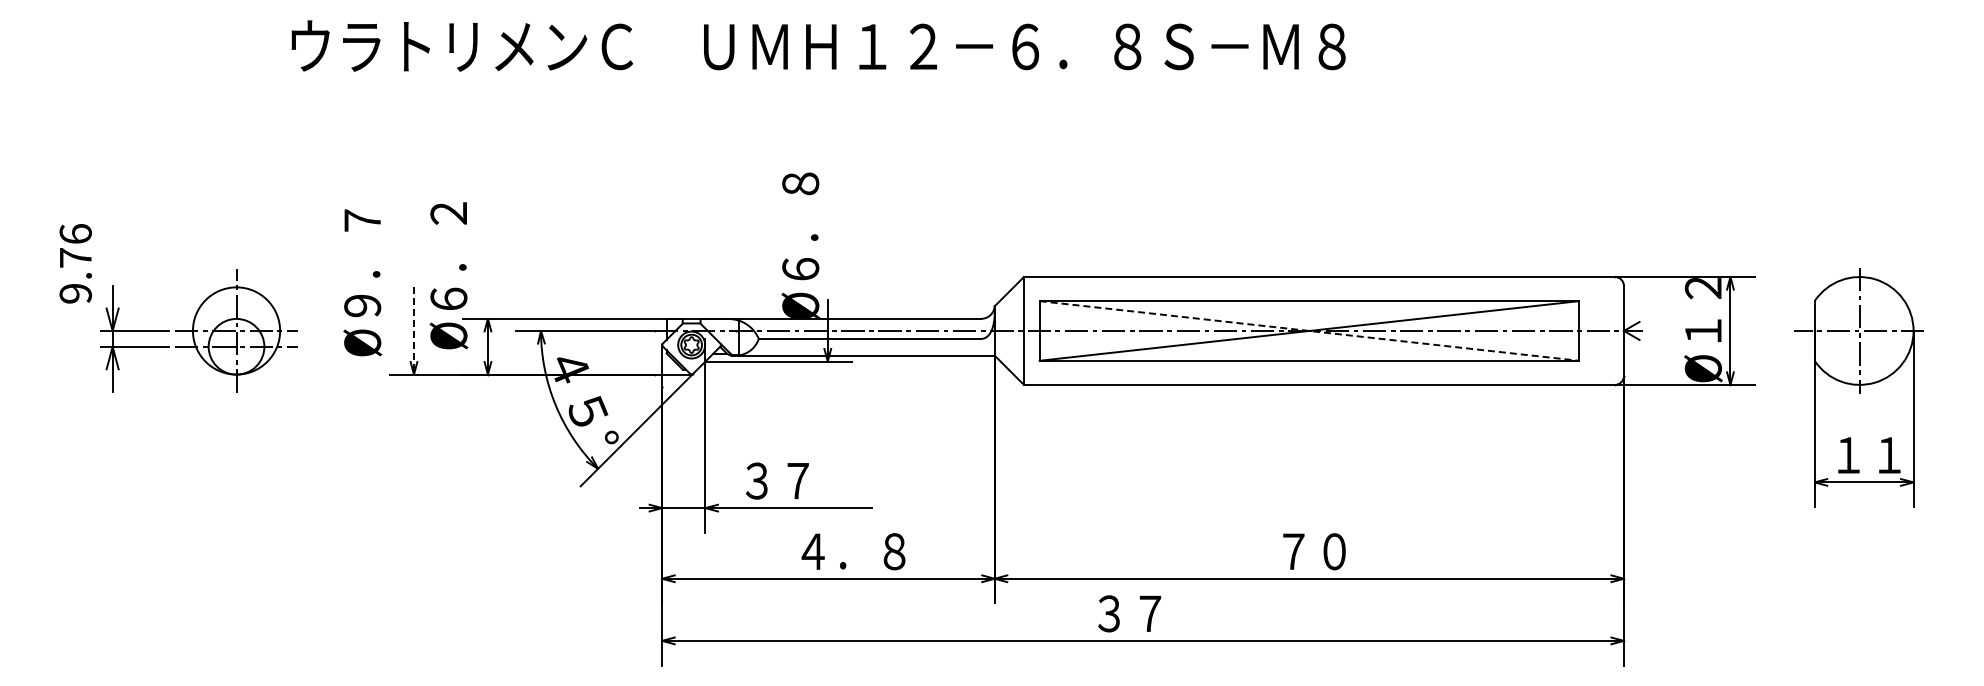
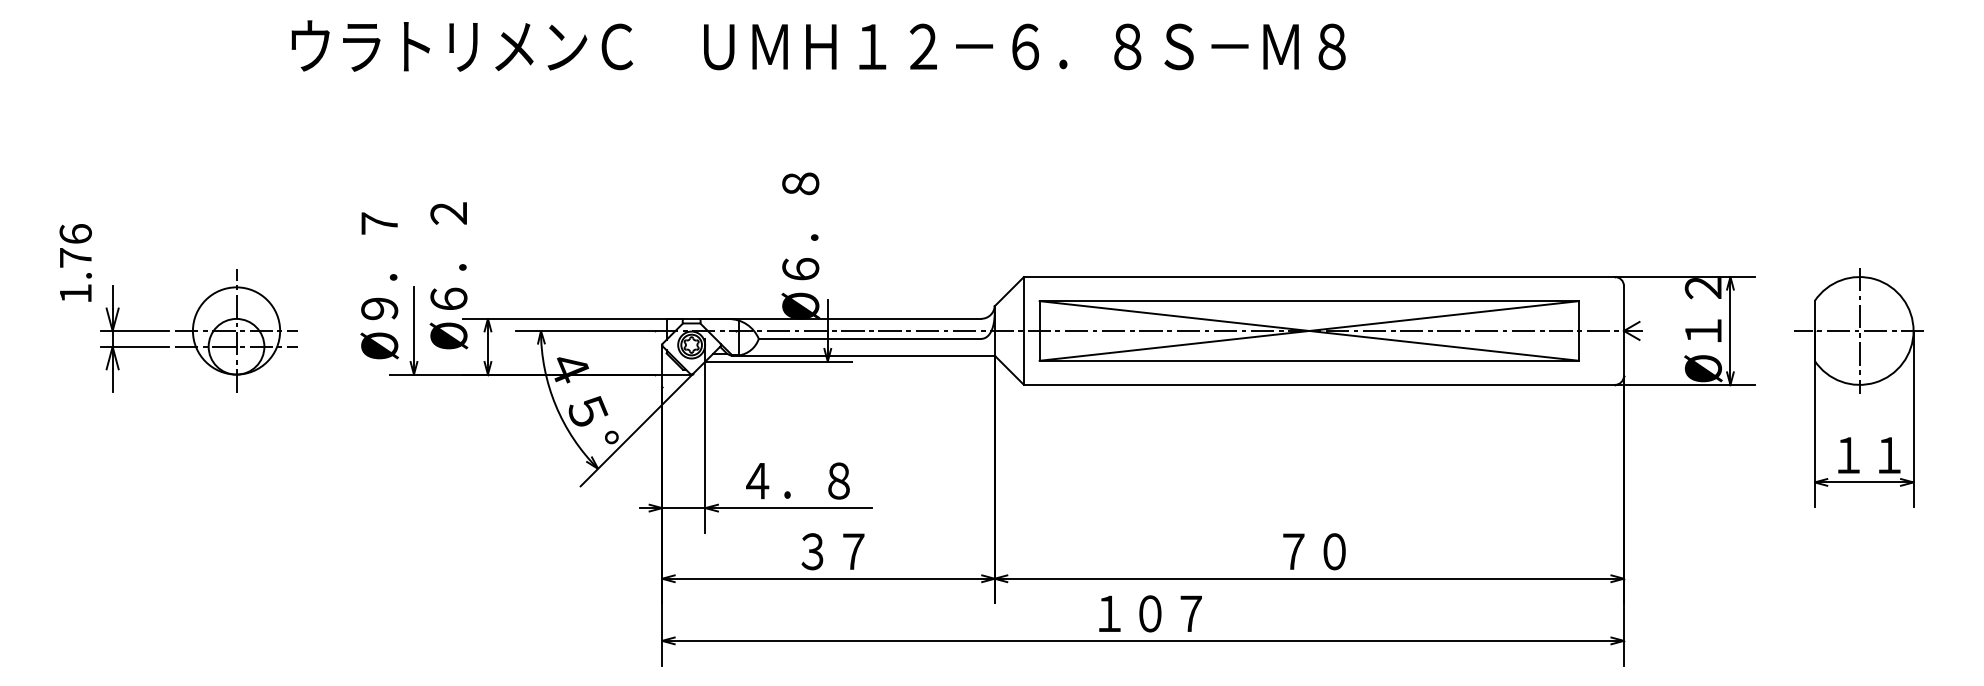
text at (362, 282) position: (362, 282) -> (379, 285)
text at (75, 293): 9.76 -> 1.76
line at (414, 330): dashed -> solid
line at (1309, 331): dashed -> solid
text at (797, 480): ３７ -> ４．８
text at (853, 551): ４．８ -> ３７
text at (1149, 613): ３７ -> １０７
